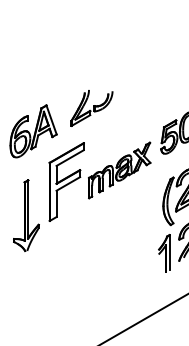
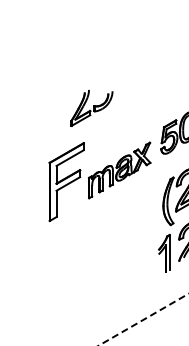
part at (33, 131): present -> none
part at (26, 215): present -> none
line at (143, 319): solid -> dashed
